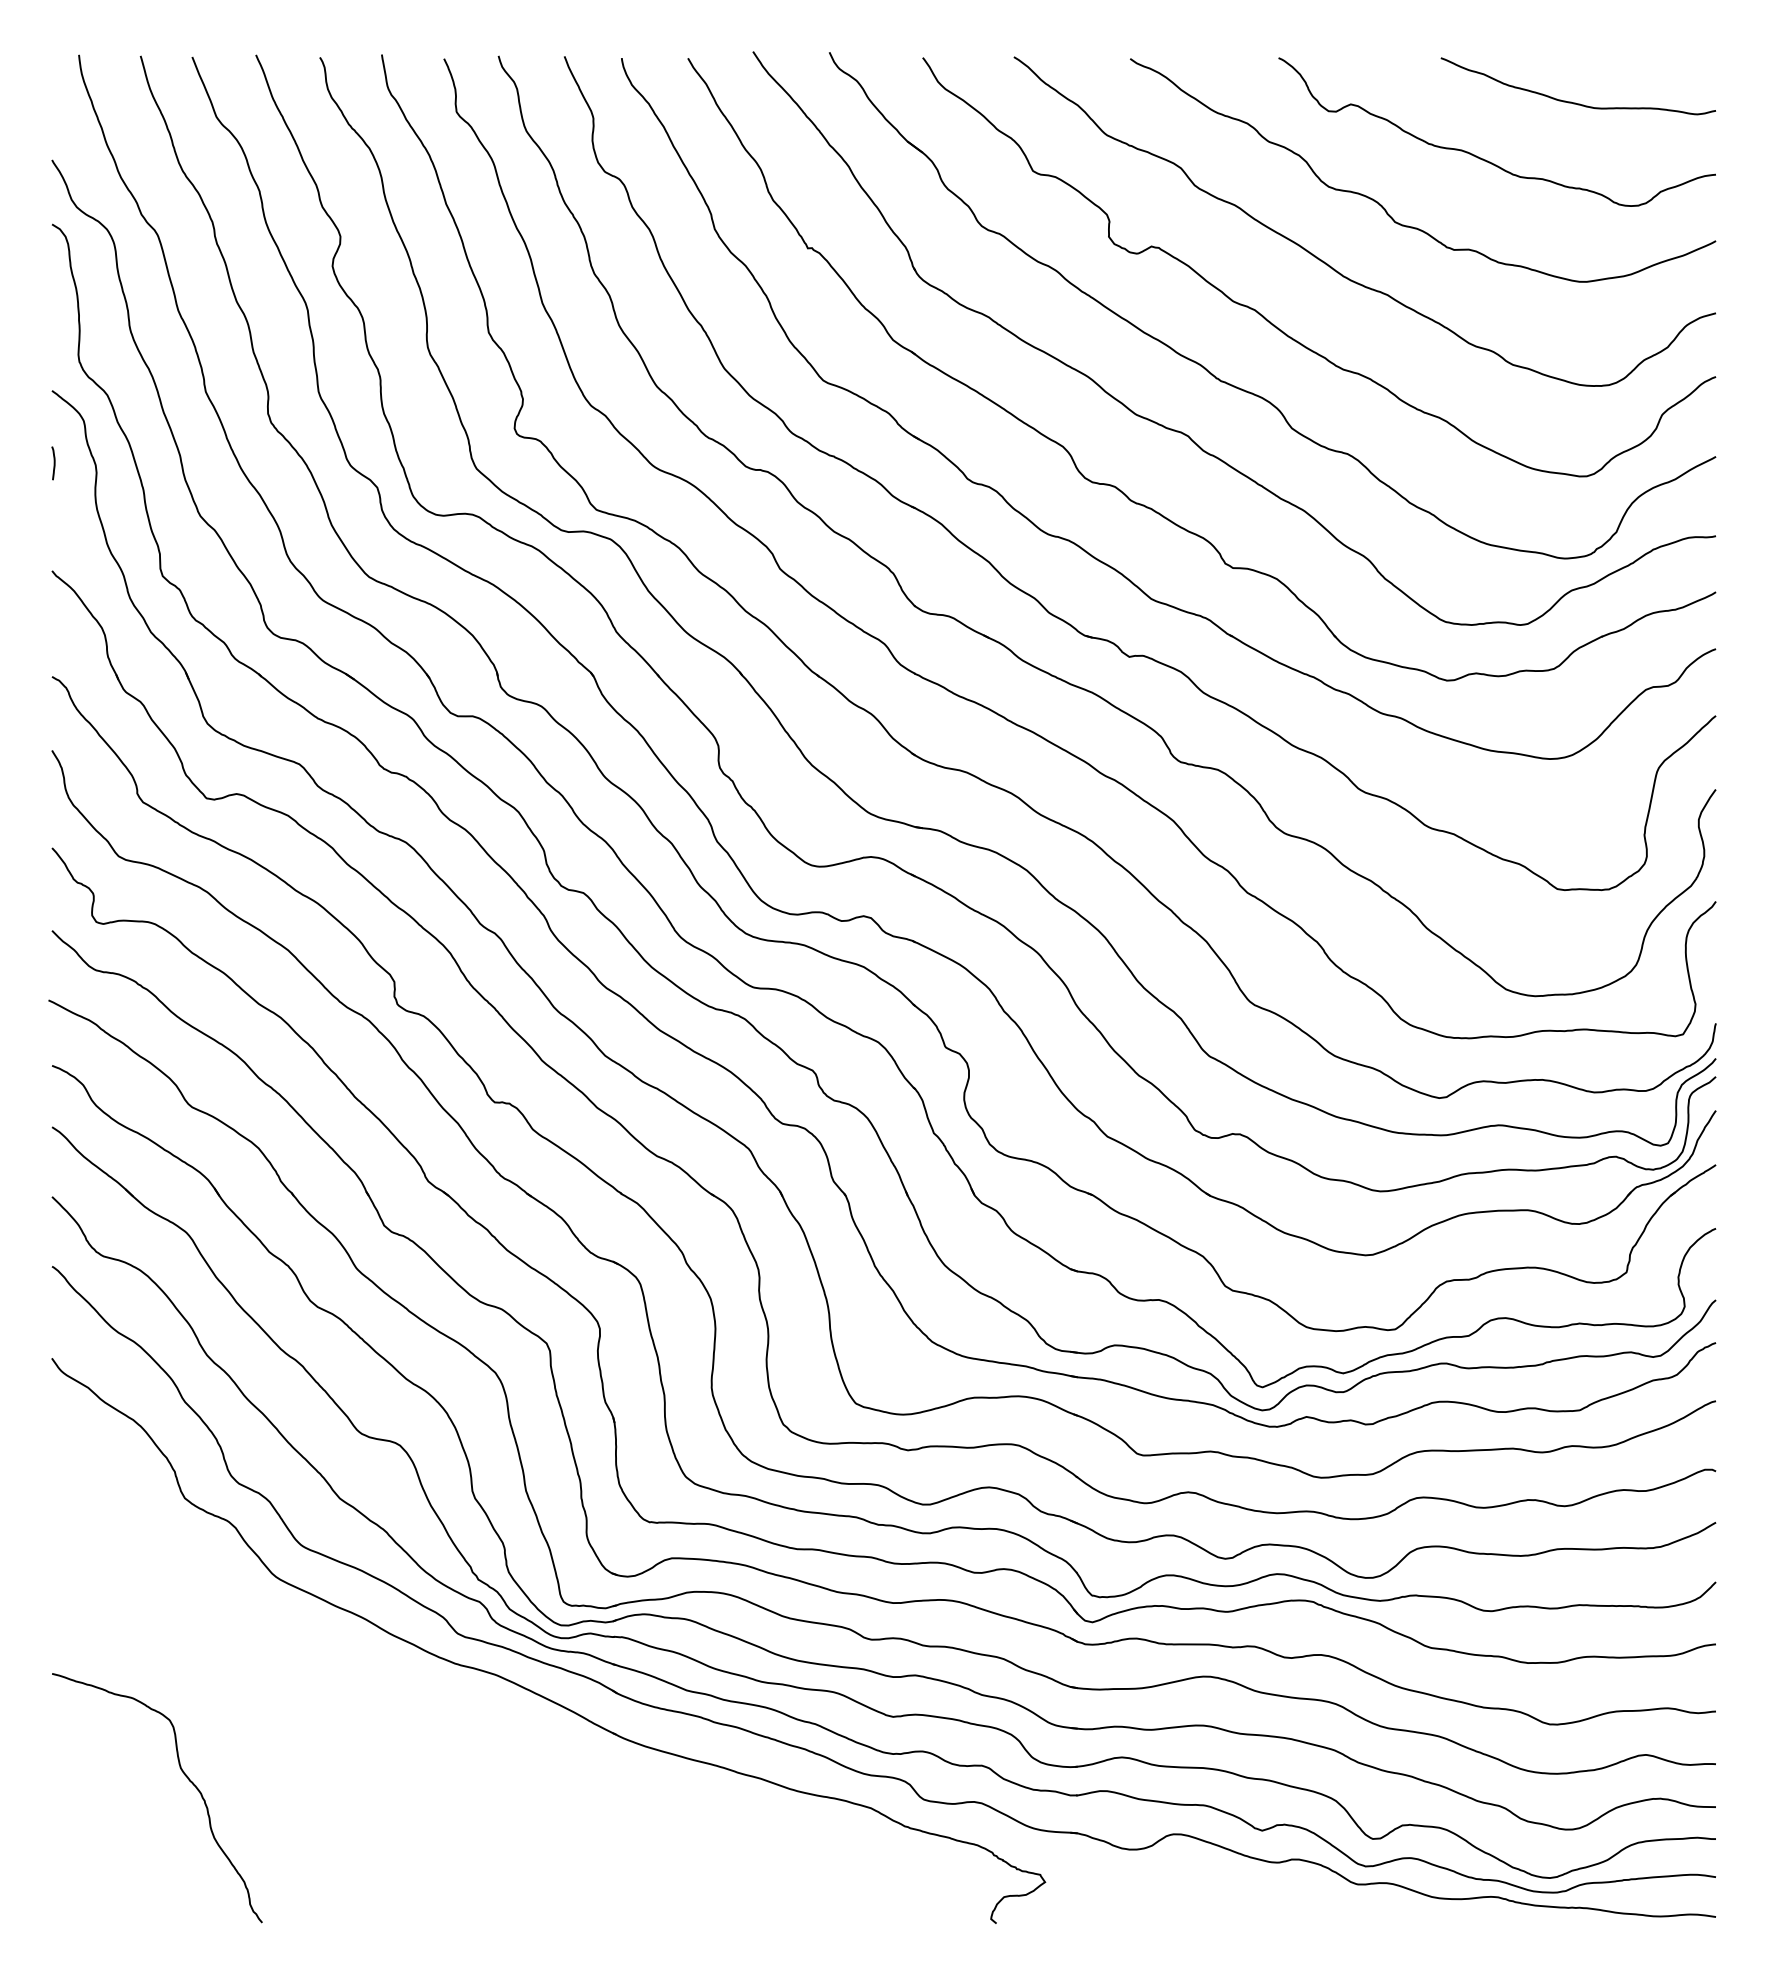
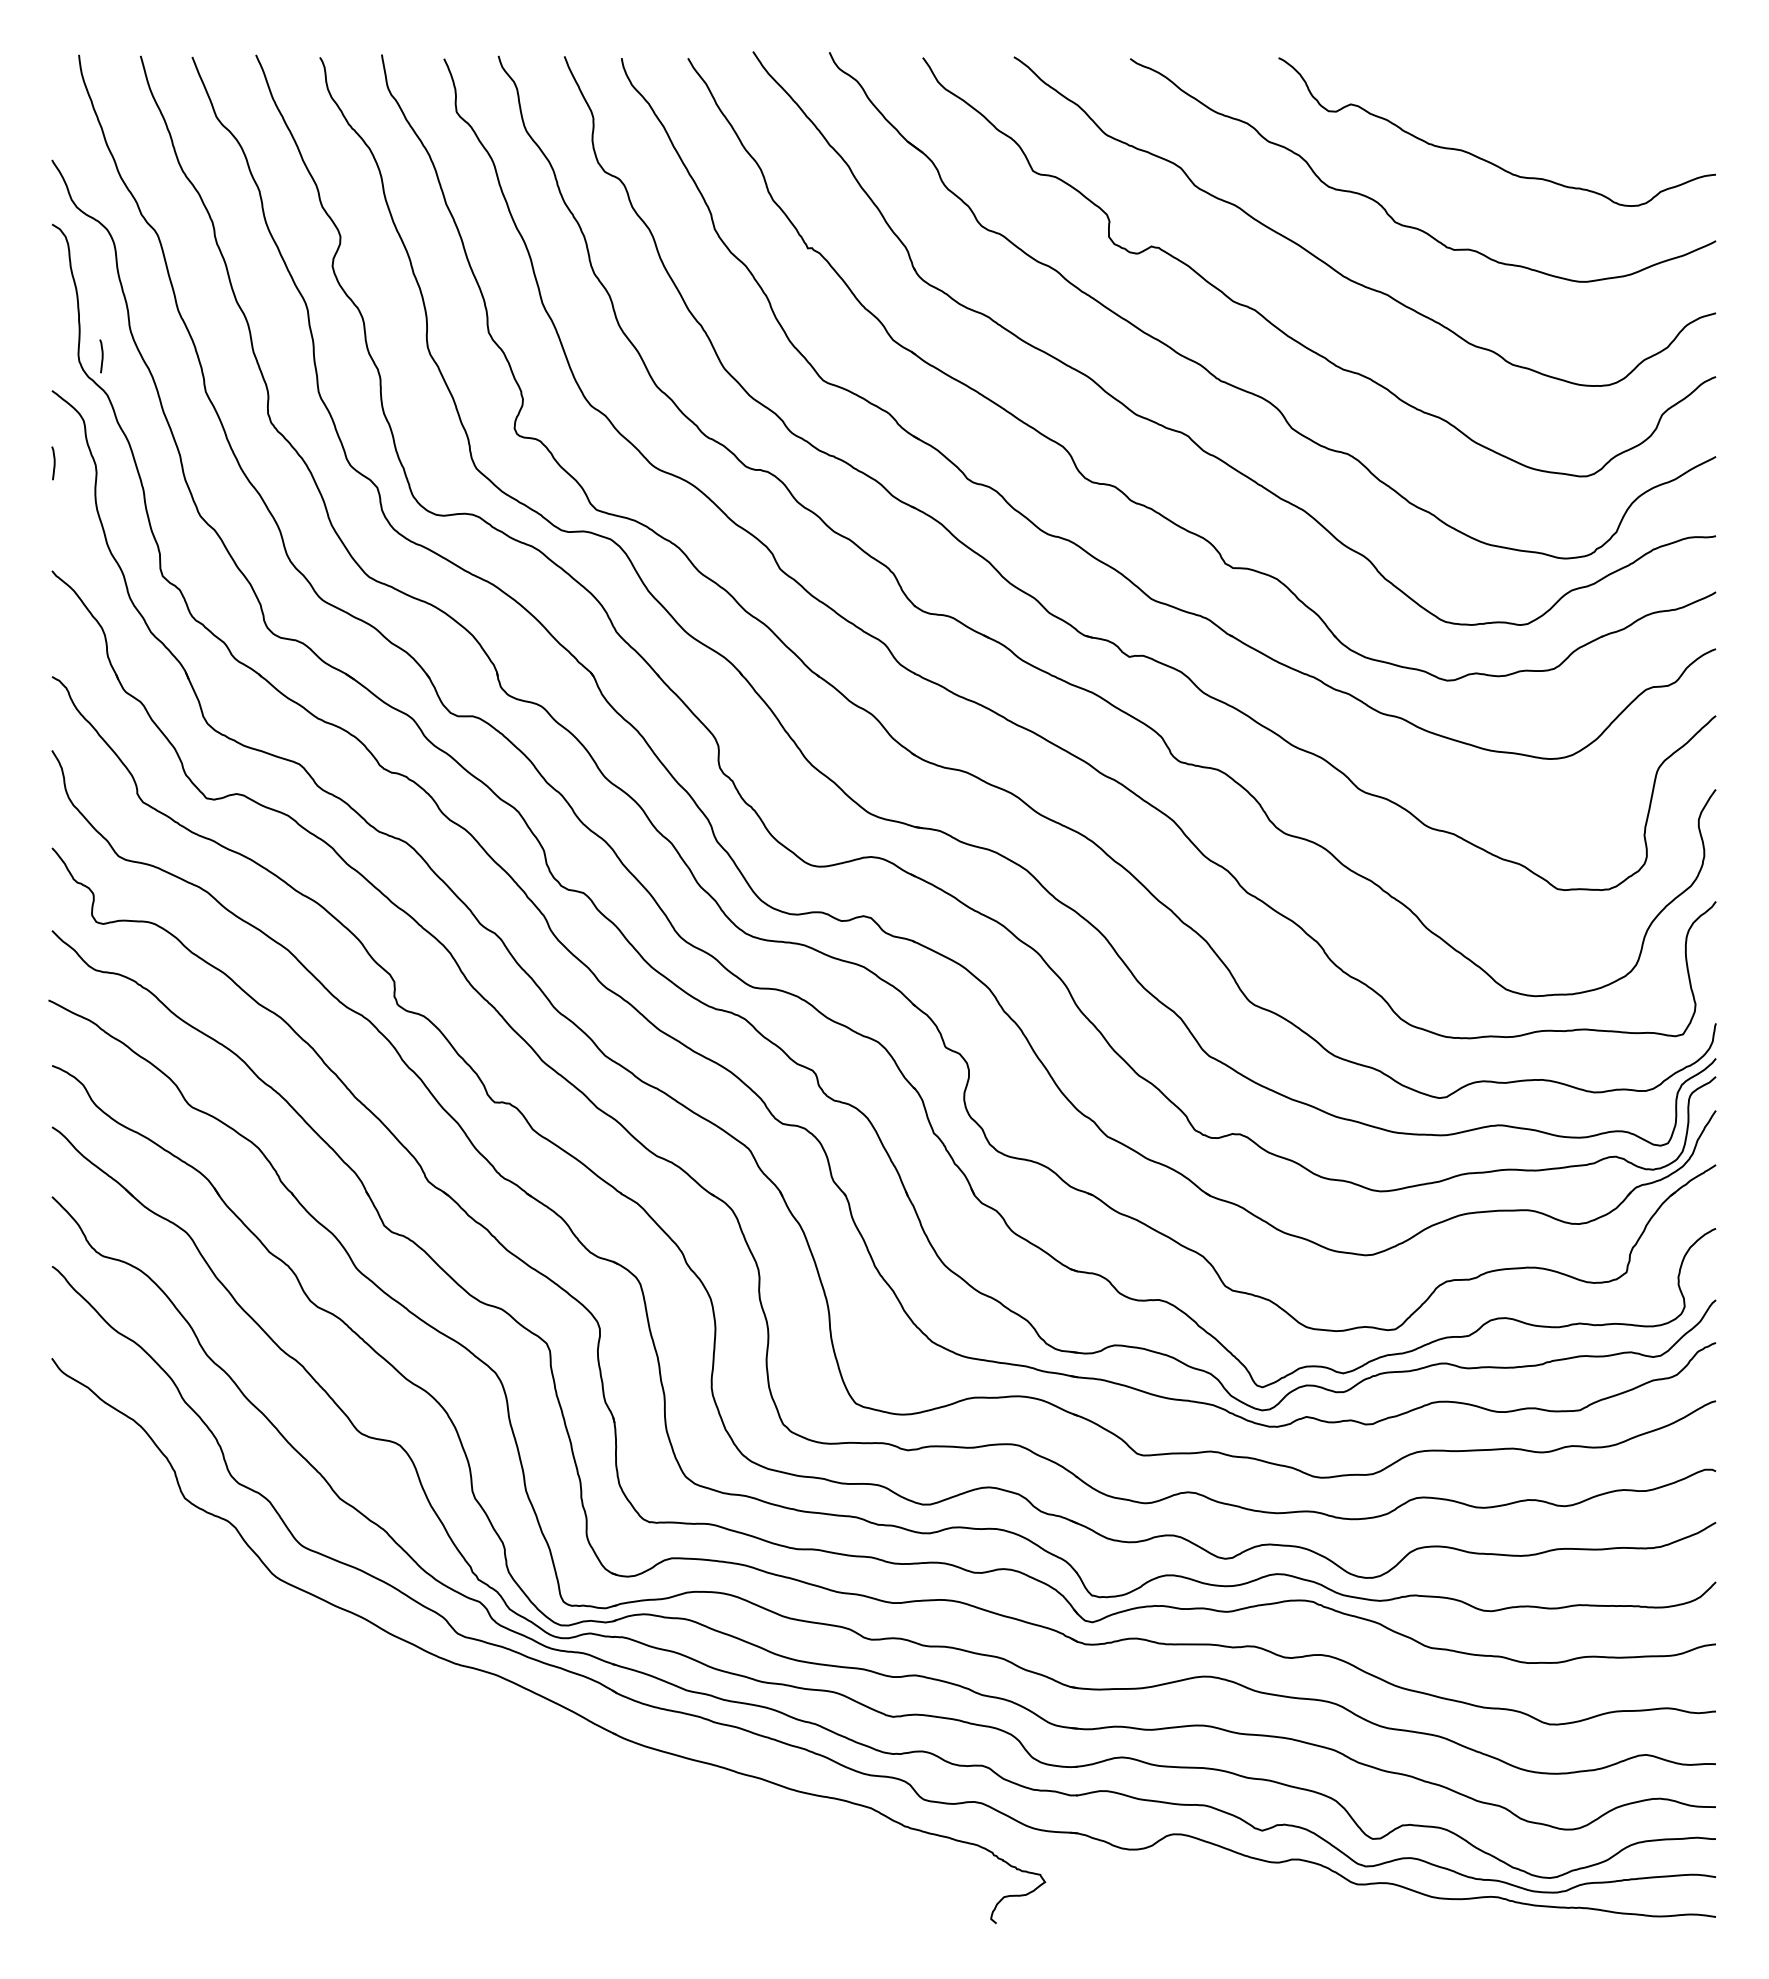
curve at (1575, 102): present -> none
curve at (101, 356): none -> present
curve at (184, 1775): present -> none
